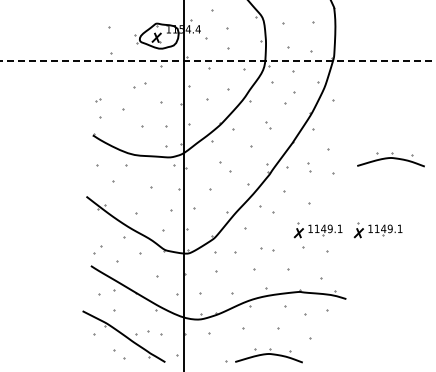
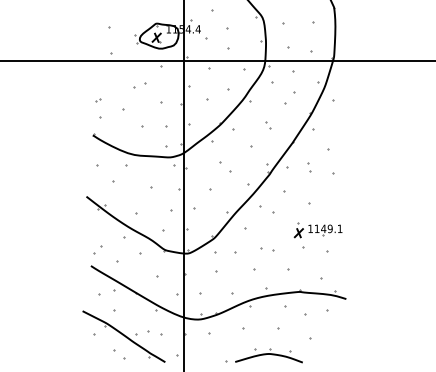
line at (217, 60): dashed -> solid
part at (390, 159): present -> none
part at (377, 230): present -> none
